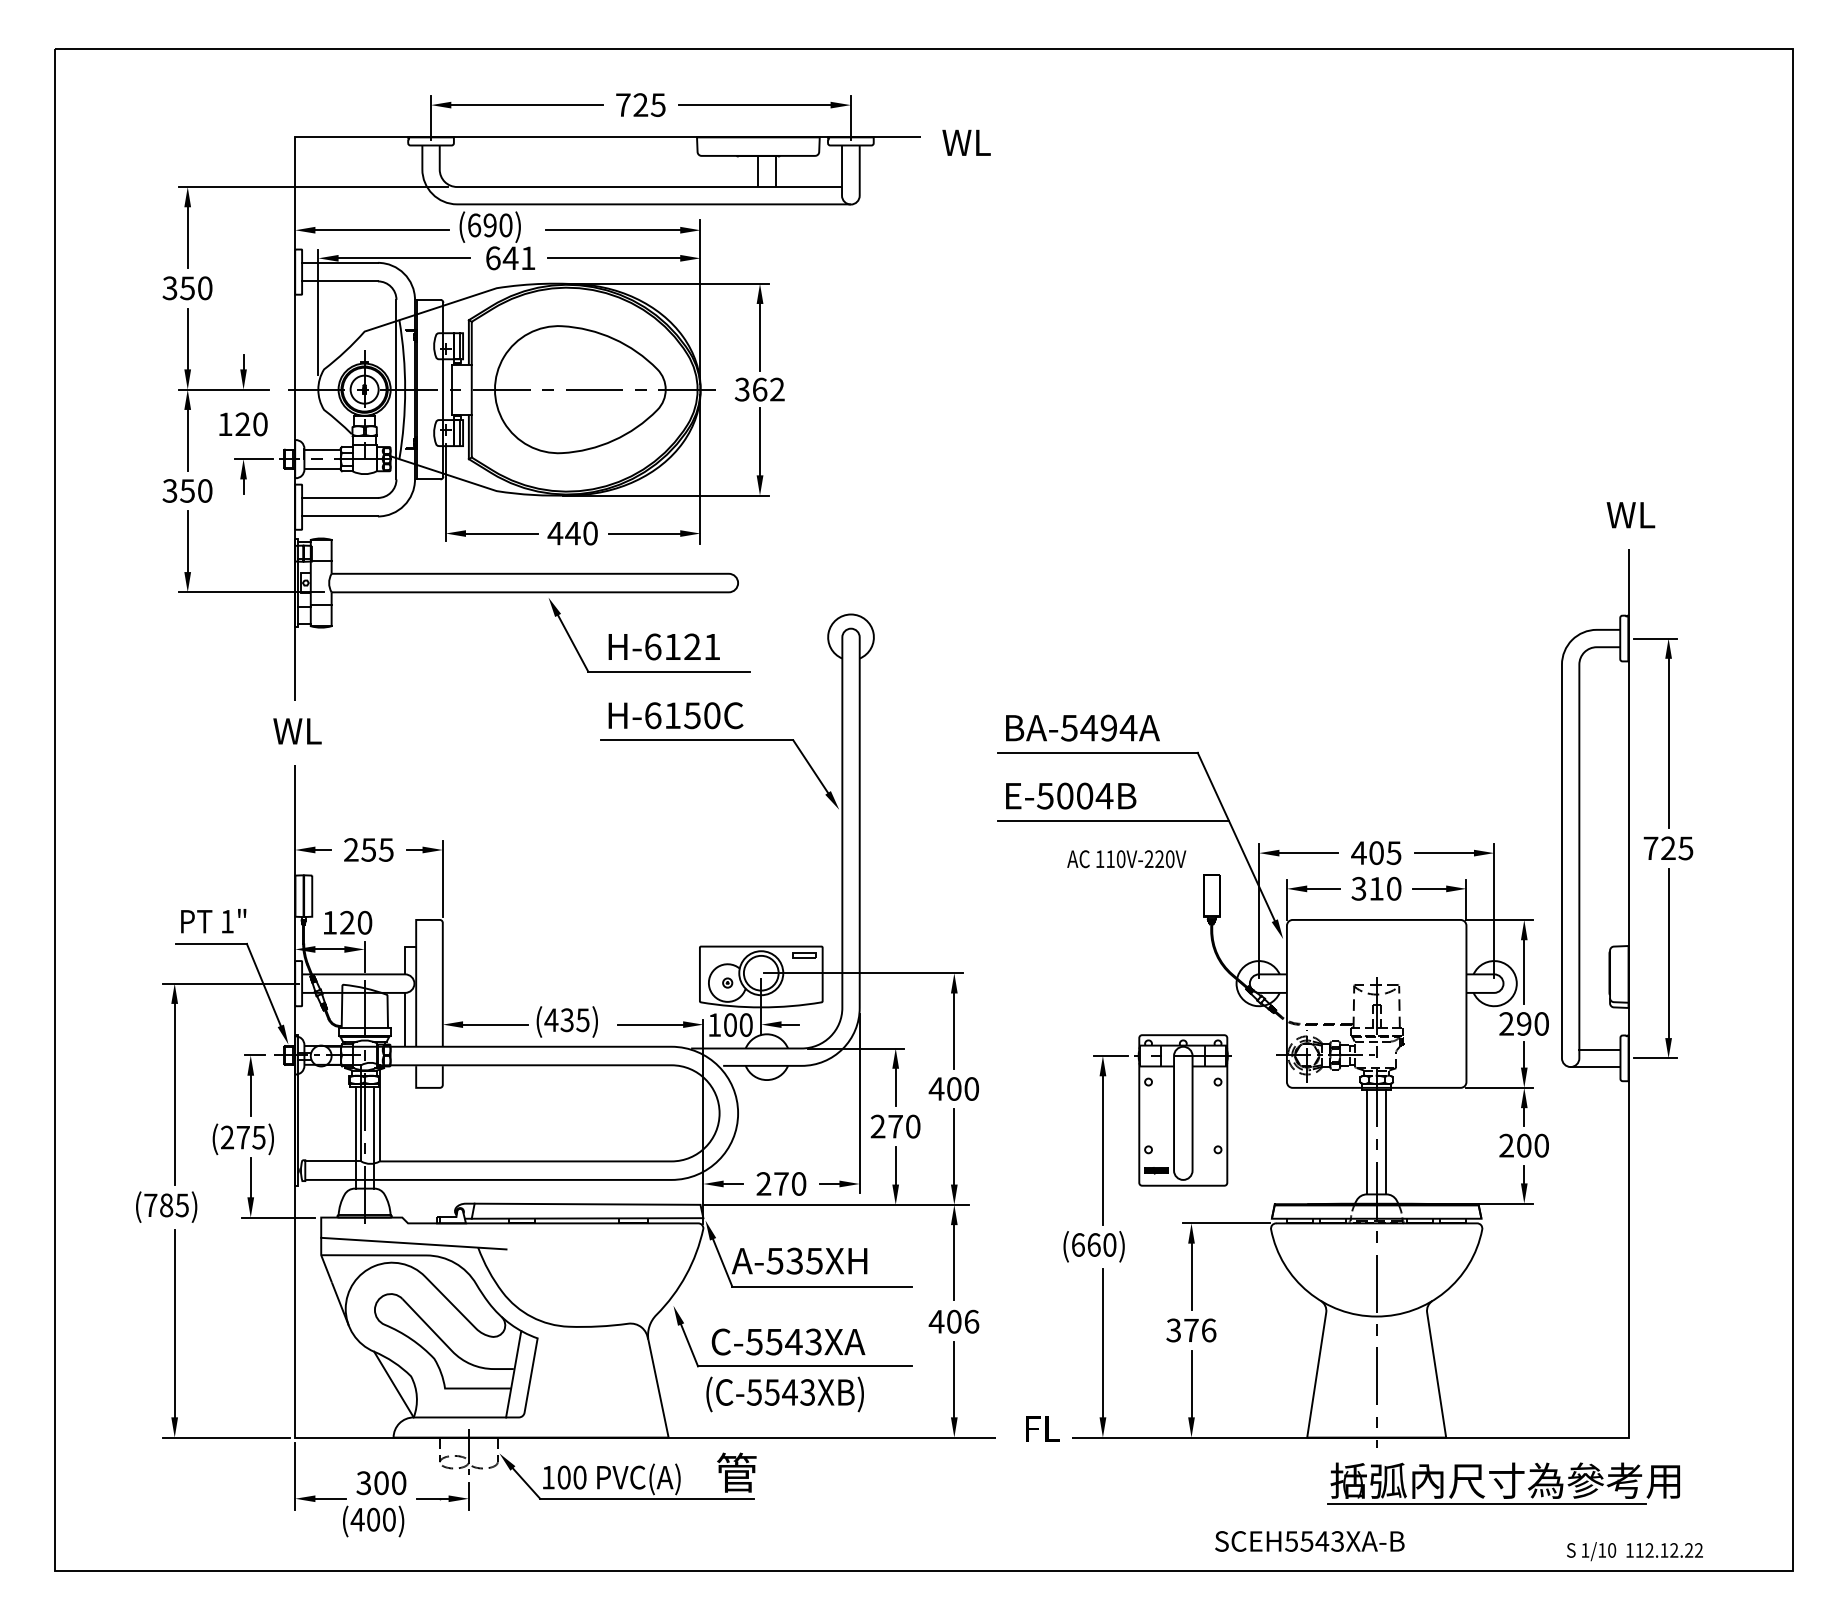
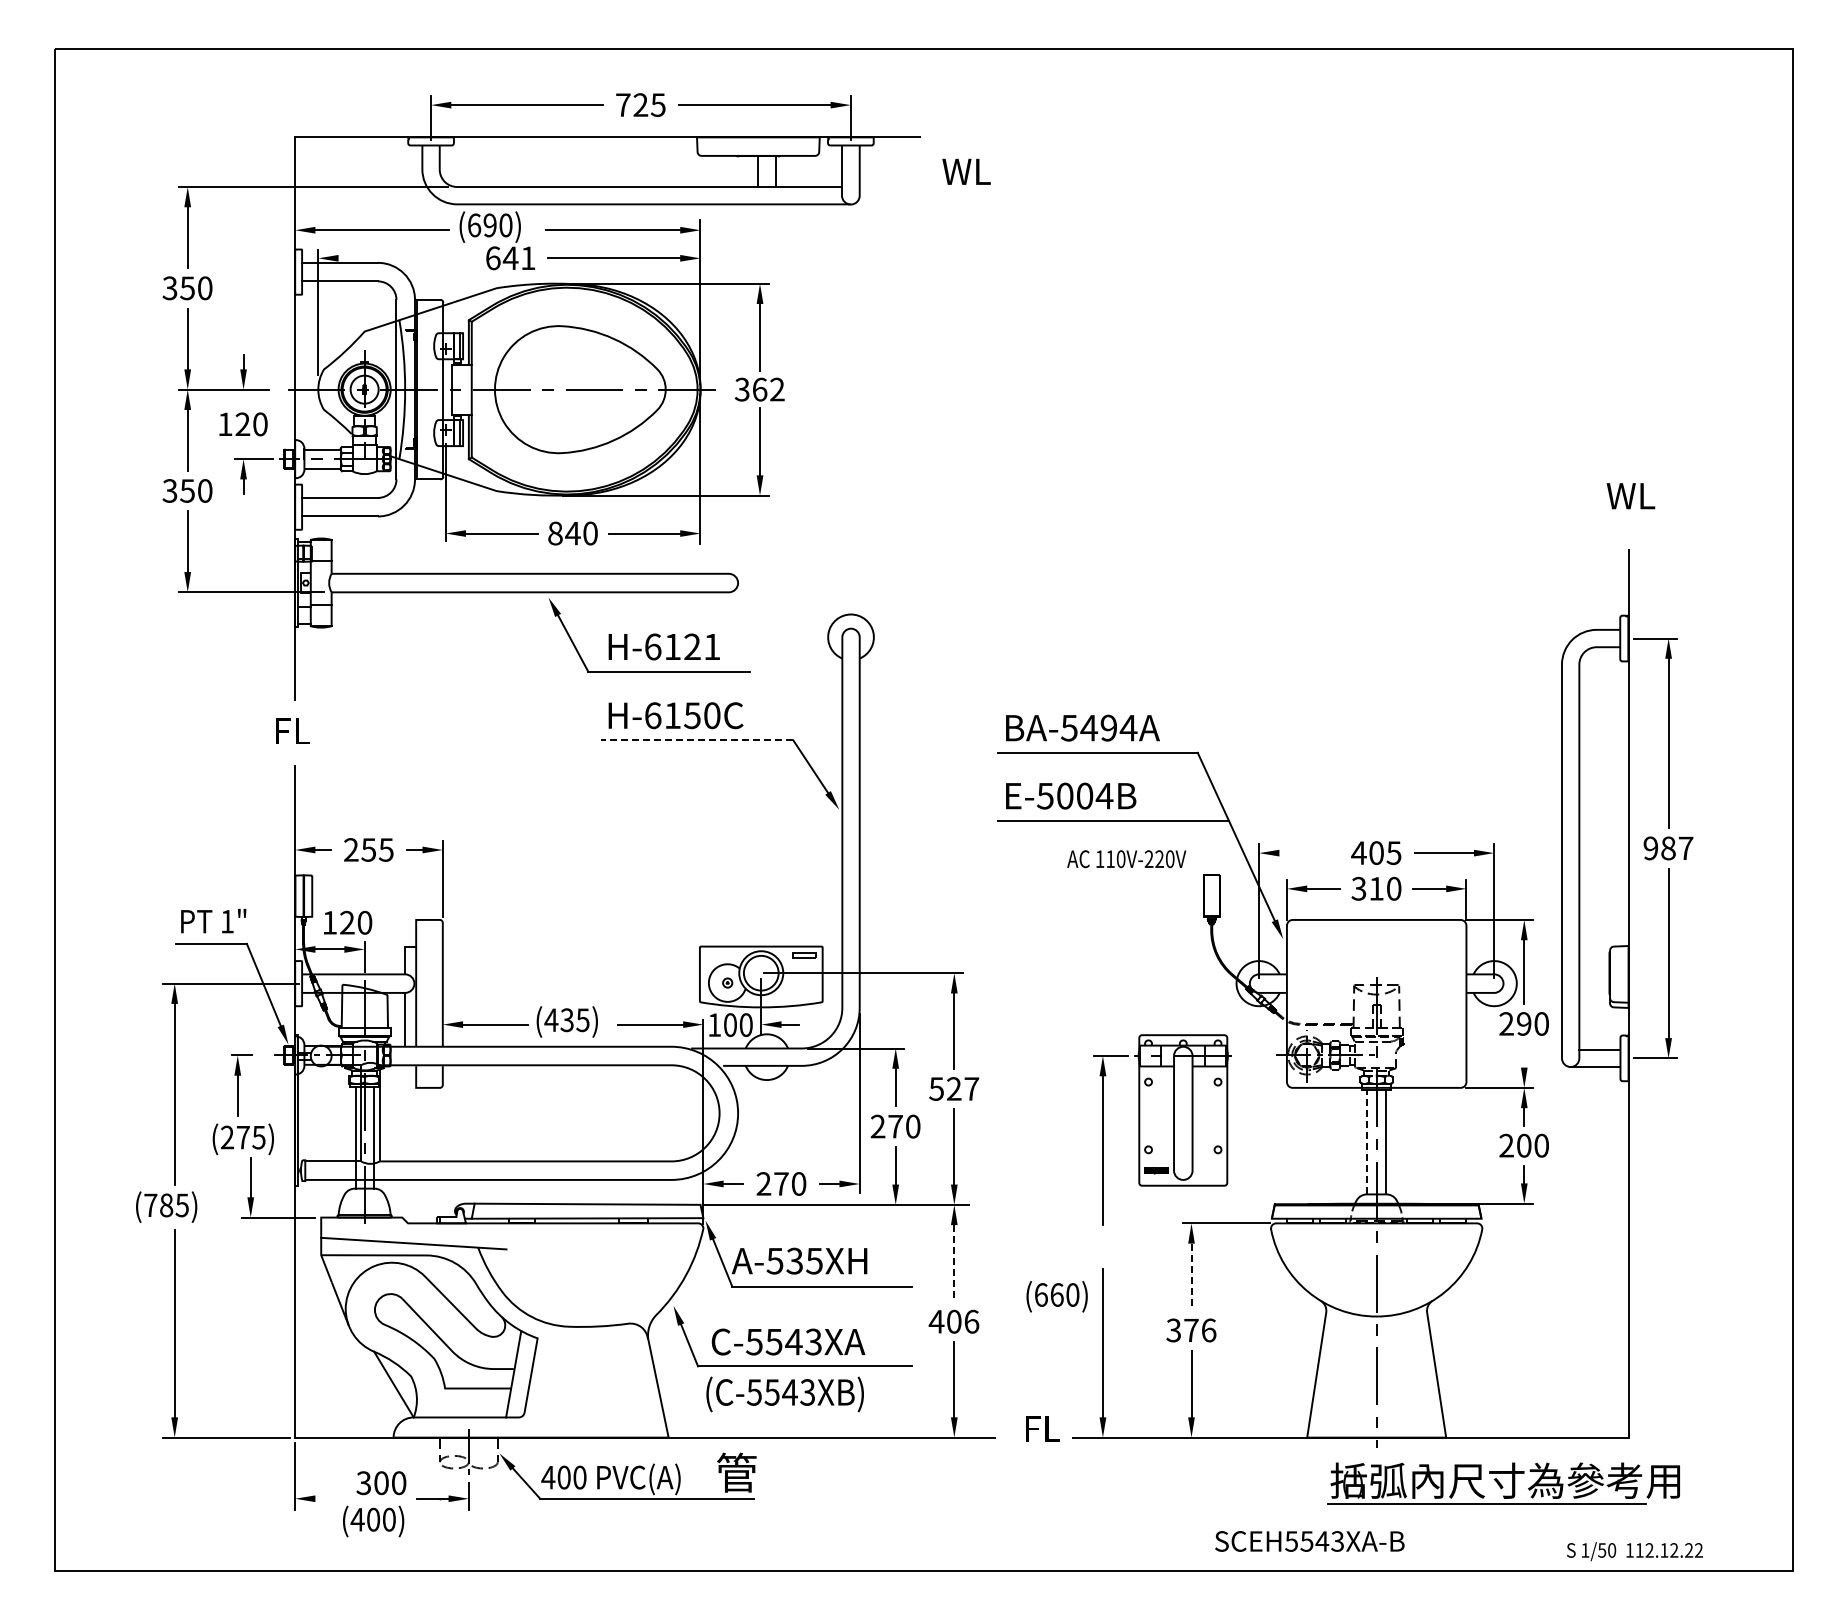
text at (966, 142) position: (966, 142) -> (966, 171)
line at (402, 258): present -> none
text at (1630, 515) position: (1630, 515) -> (1630, 496)
text at (555, 533): 440 -> 840
text at (297, 731): WL -> FL
line at (696, 740): solid -> dashed
text at (1668, 848): 725 -> 987
line at (1308, 853): present -> none
line at (1524, 1054): present -> none
part at (254, 1085) position: (254, 1085) -> (241, 1085)
text at (953, 1088): 400 -> 527
line at (1367, 1142): solid -> dashed
text at (1093, 1246) position: (1093, 1246) -> (1056, 1296)
line at (954, 1262): solid -> dashed
line at (1191, 1277): solid -> dashed
text at (548, 1477): 100 -> 400
line at (329, 1498): present -> none
text at (1602, 1550): 1/10 -> 1/50
